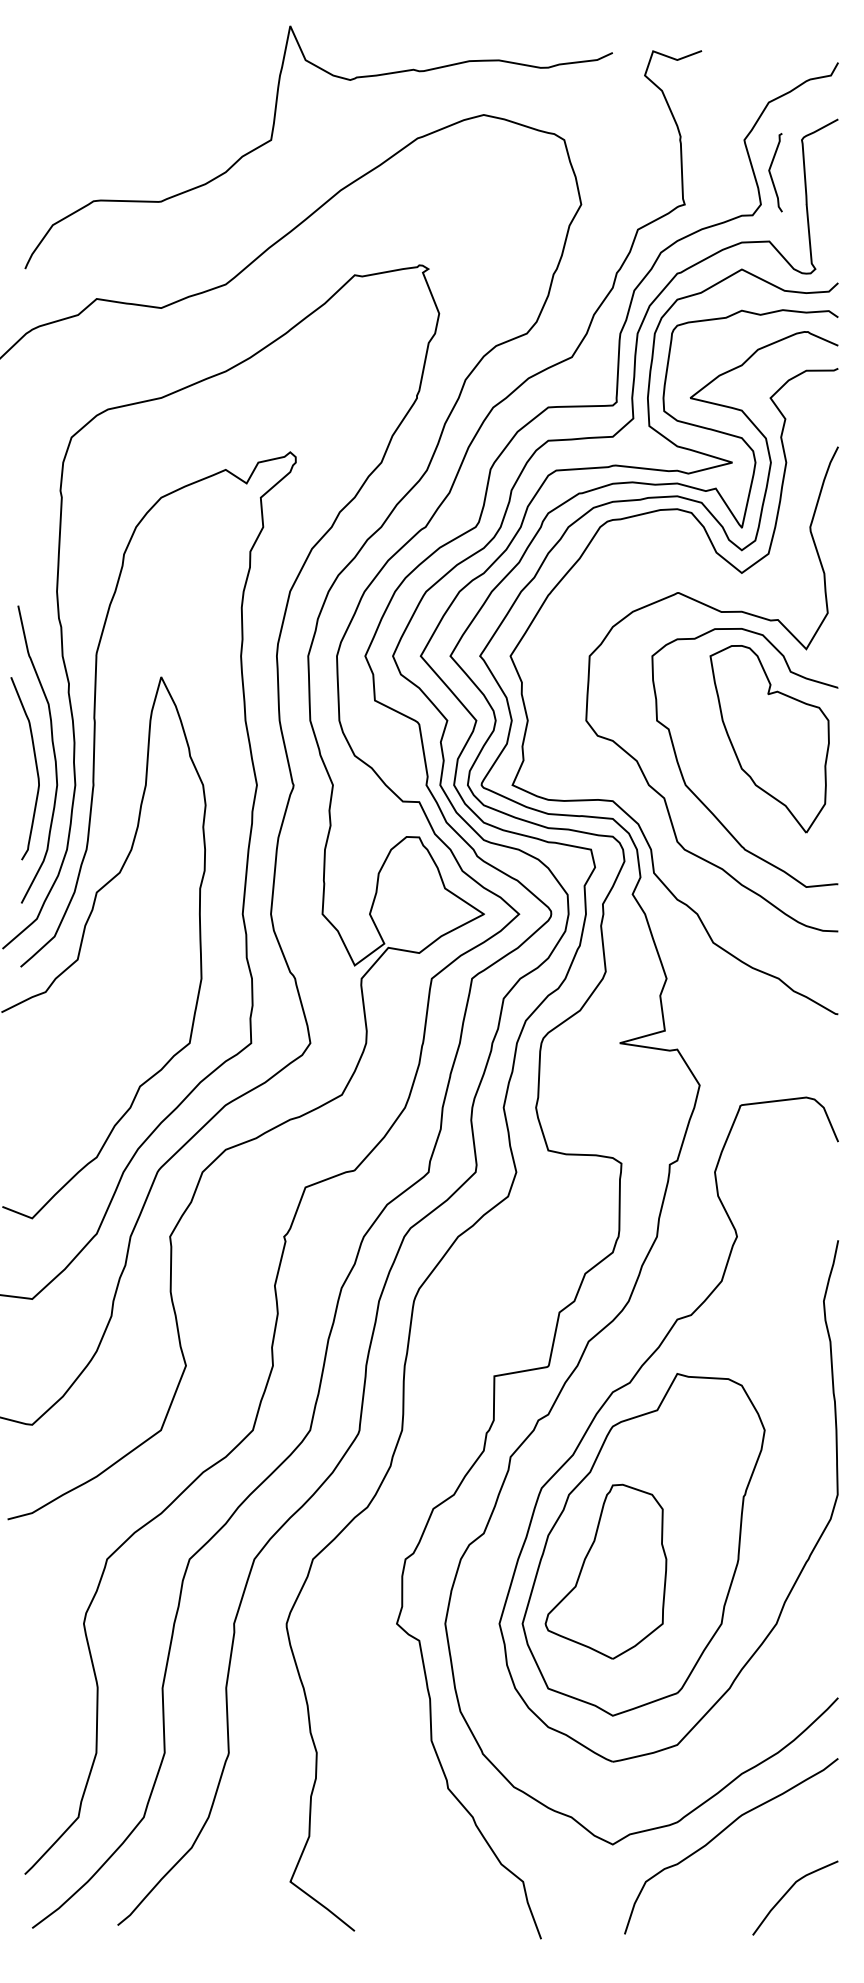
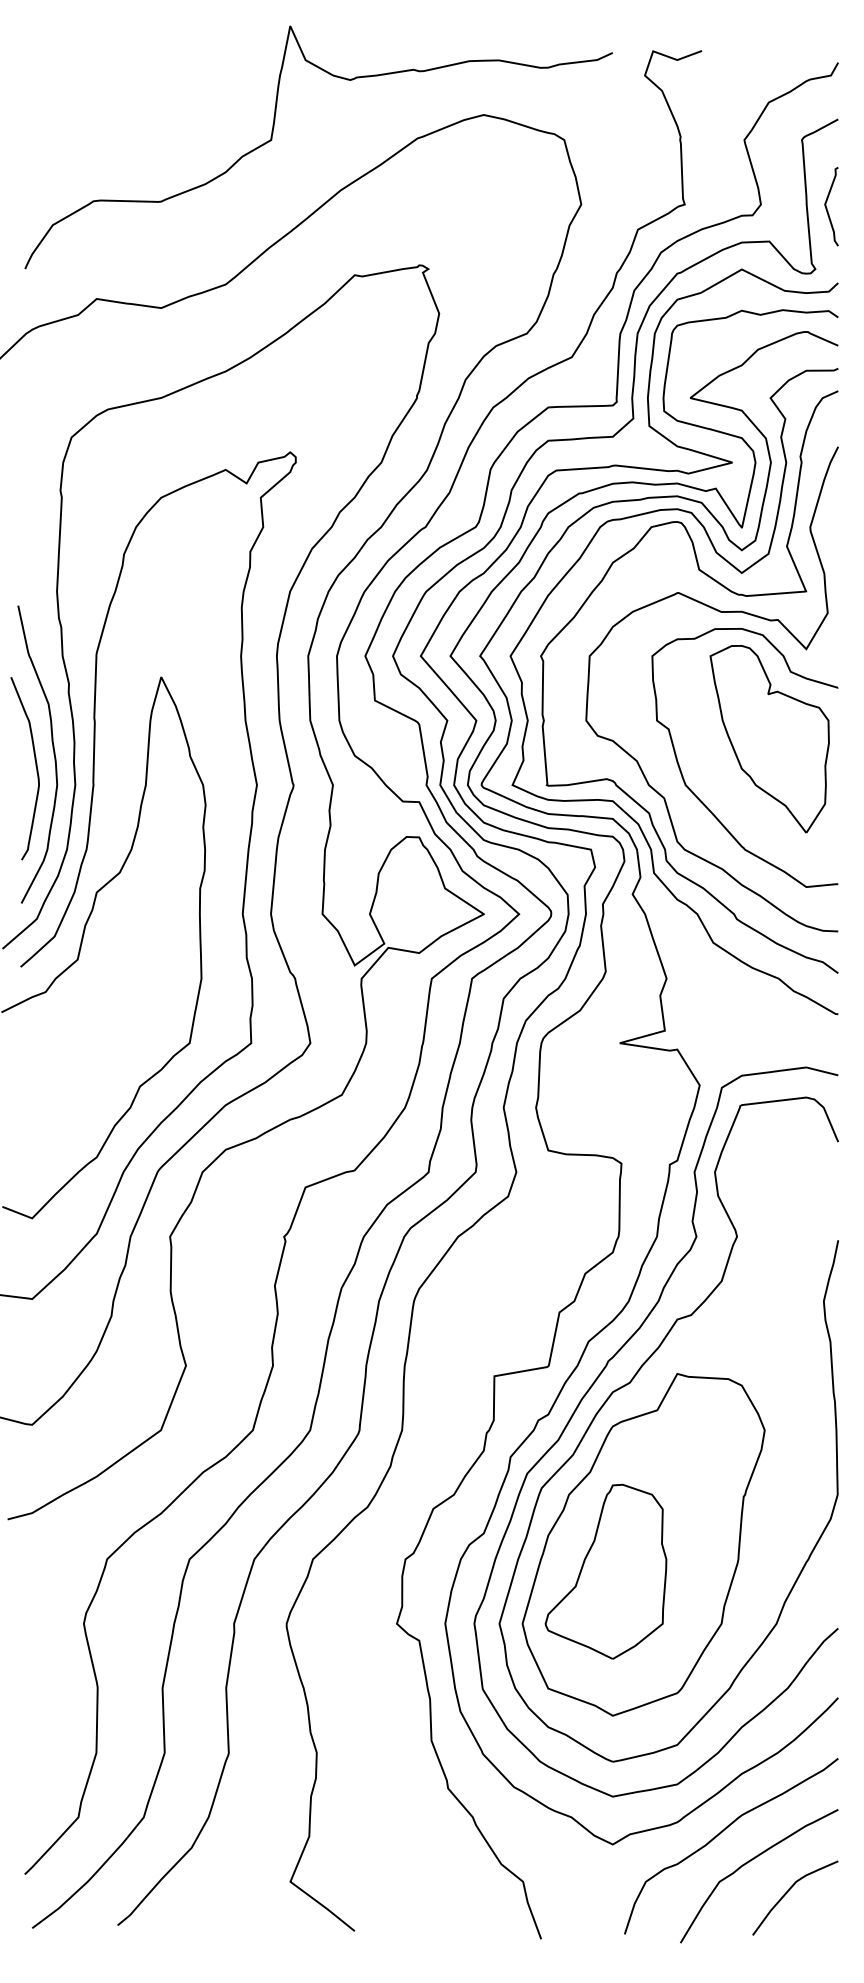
curve at (771, 174) position: (771, 174) -> (827, 208)
curve at (730, 592): none -> present
curve at (591, 1388): none -> present
curve at (751, 1861): none -> present
